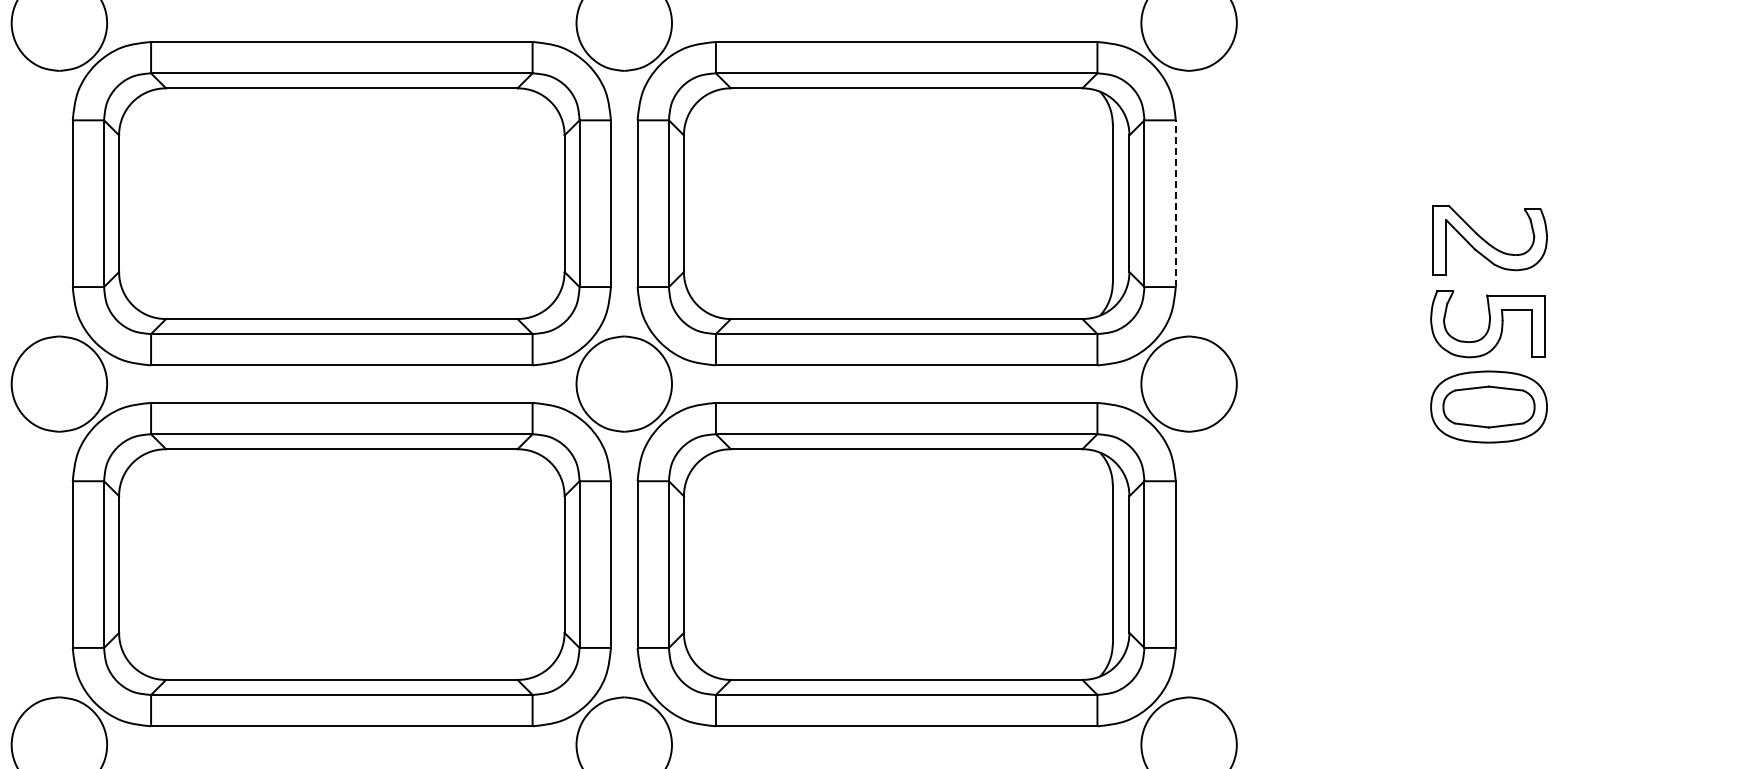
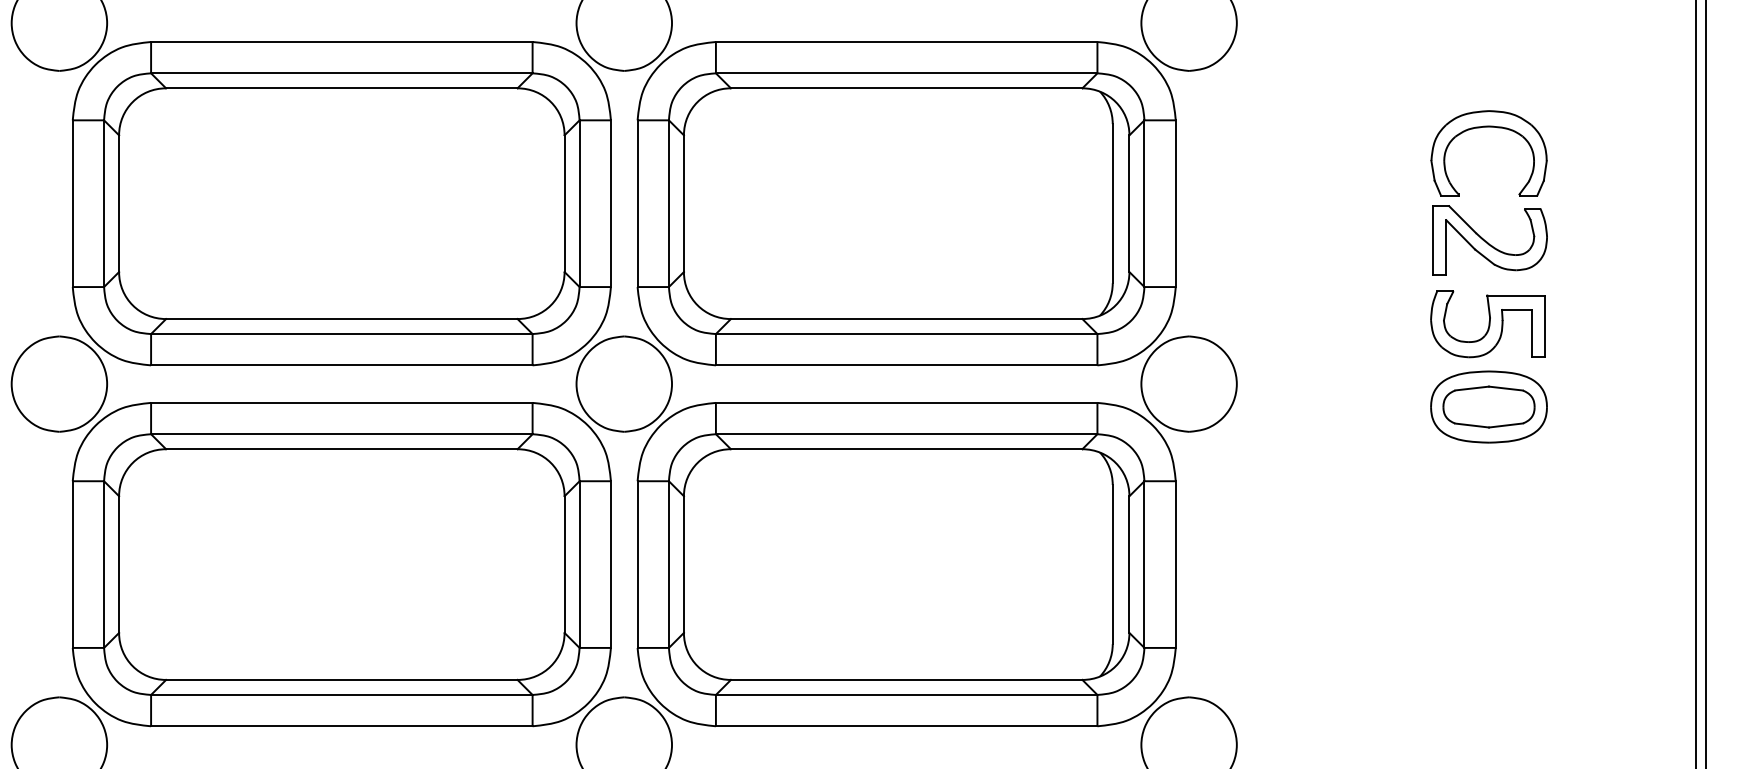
part at (1488, 127): none -> present
line at (1175, 203): dashed -> solid
line at (1696, 383): none -> present
line at (1706, 383): none -> present
